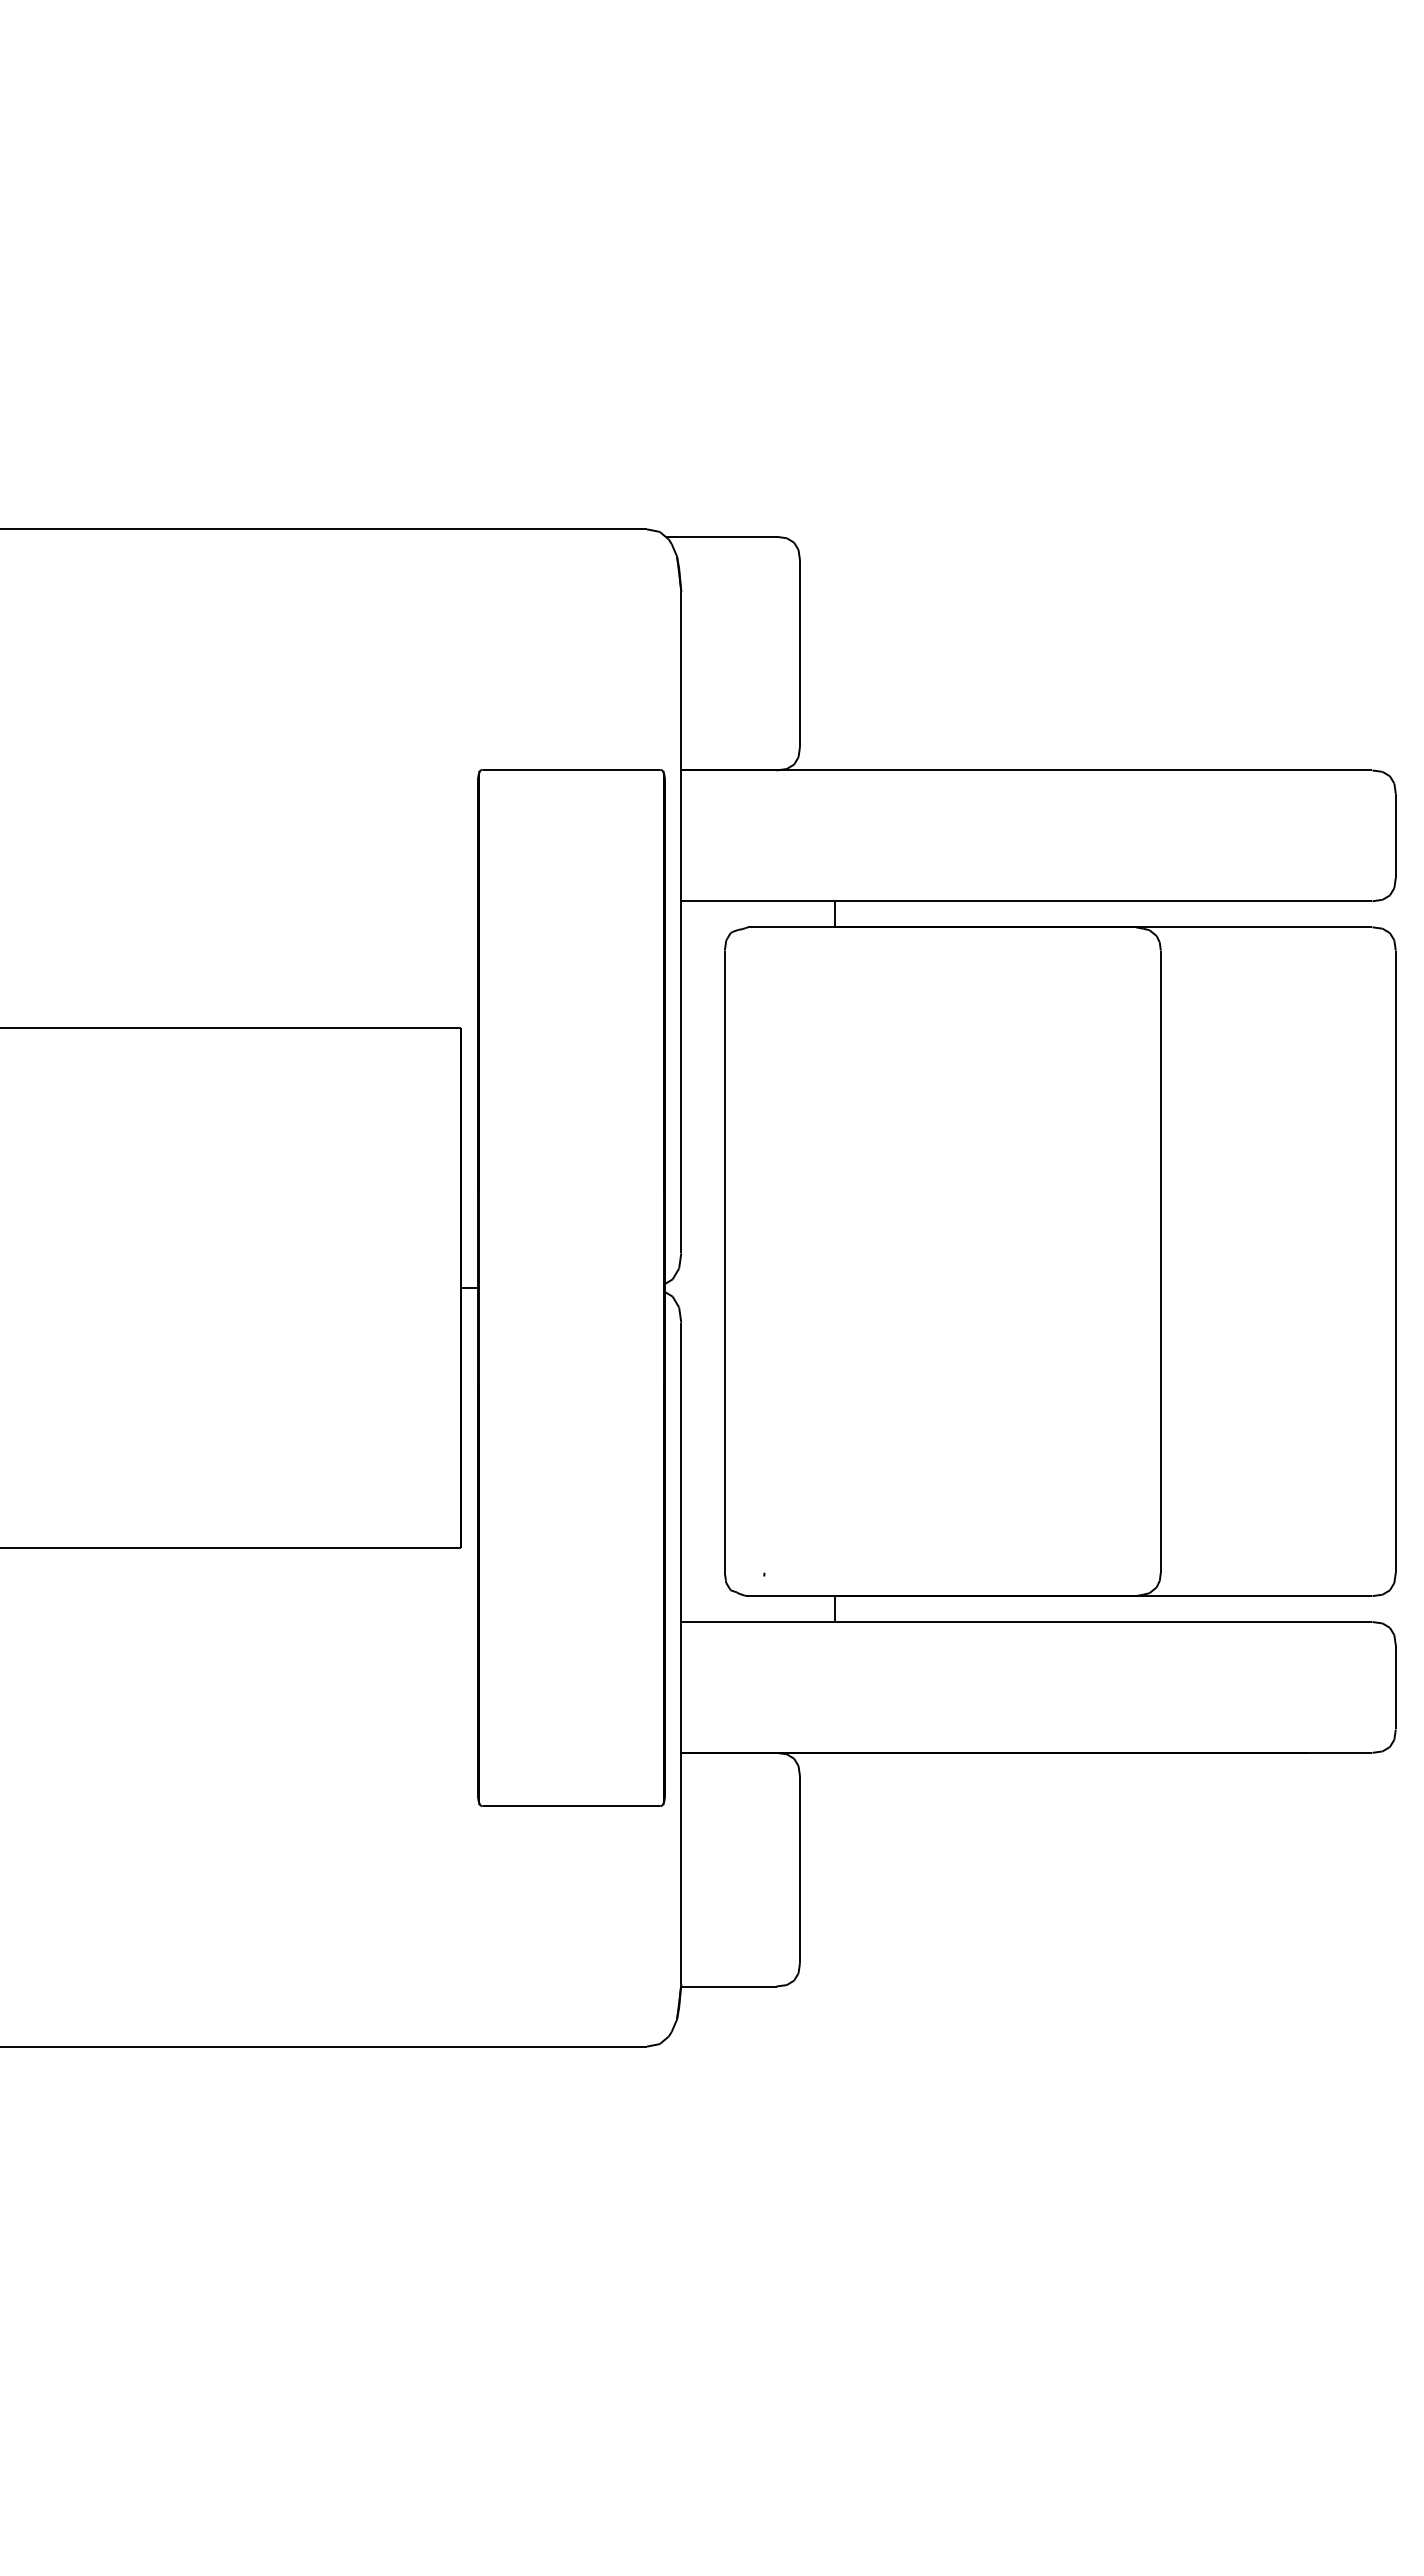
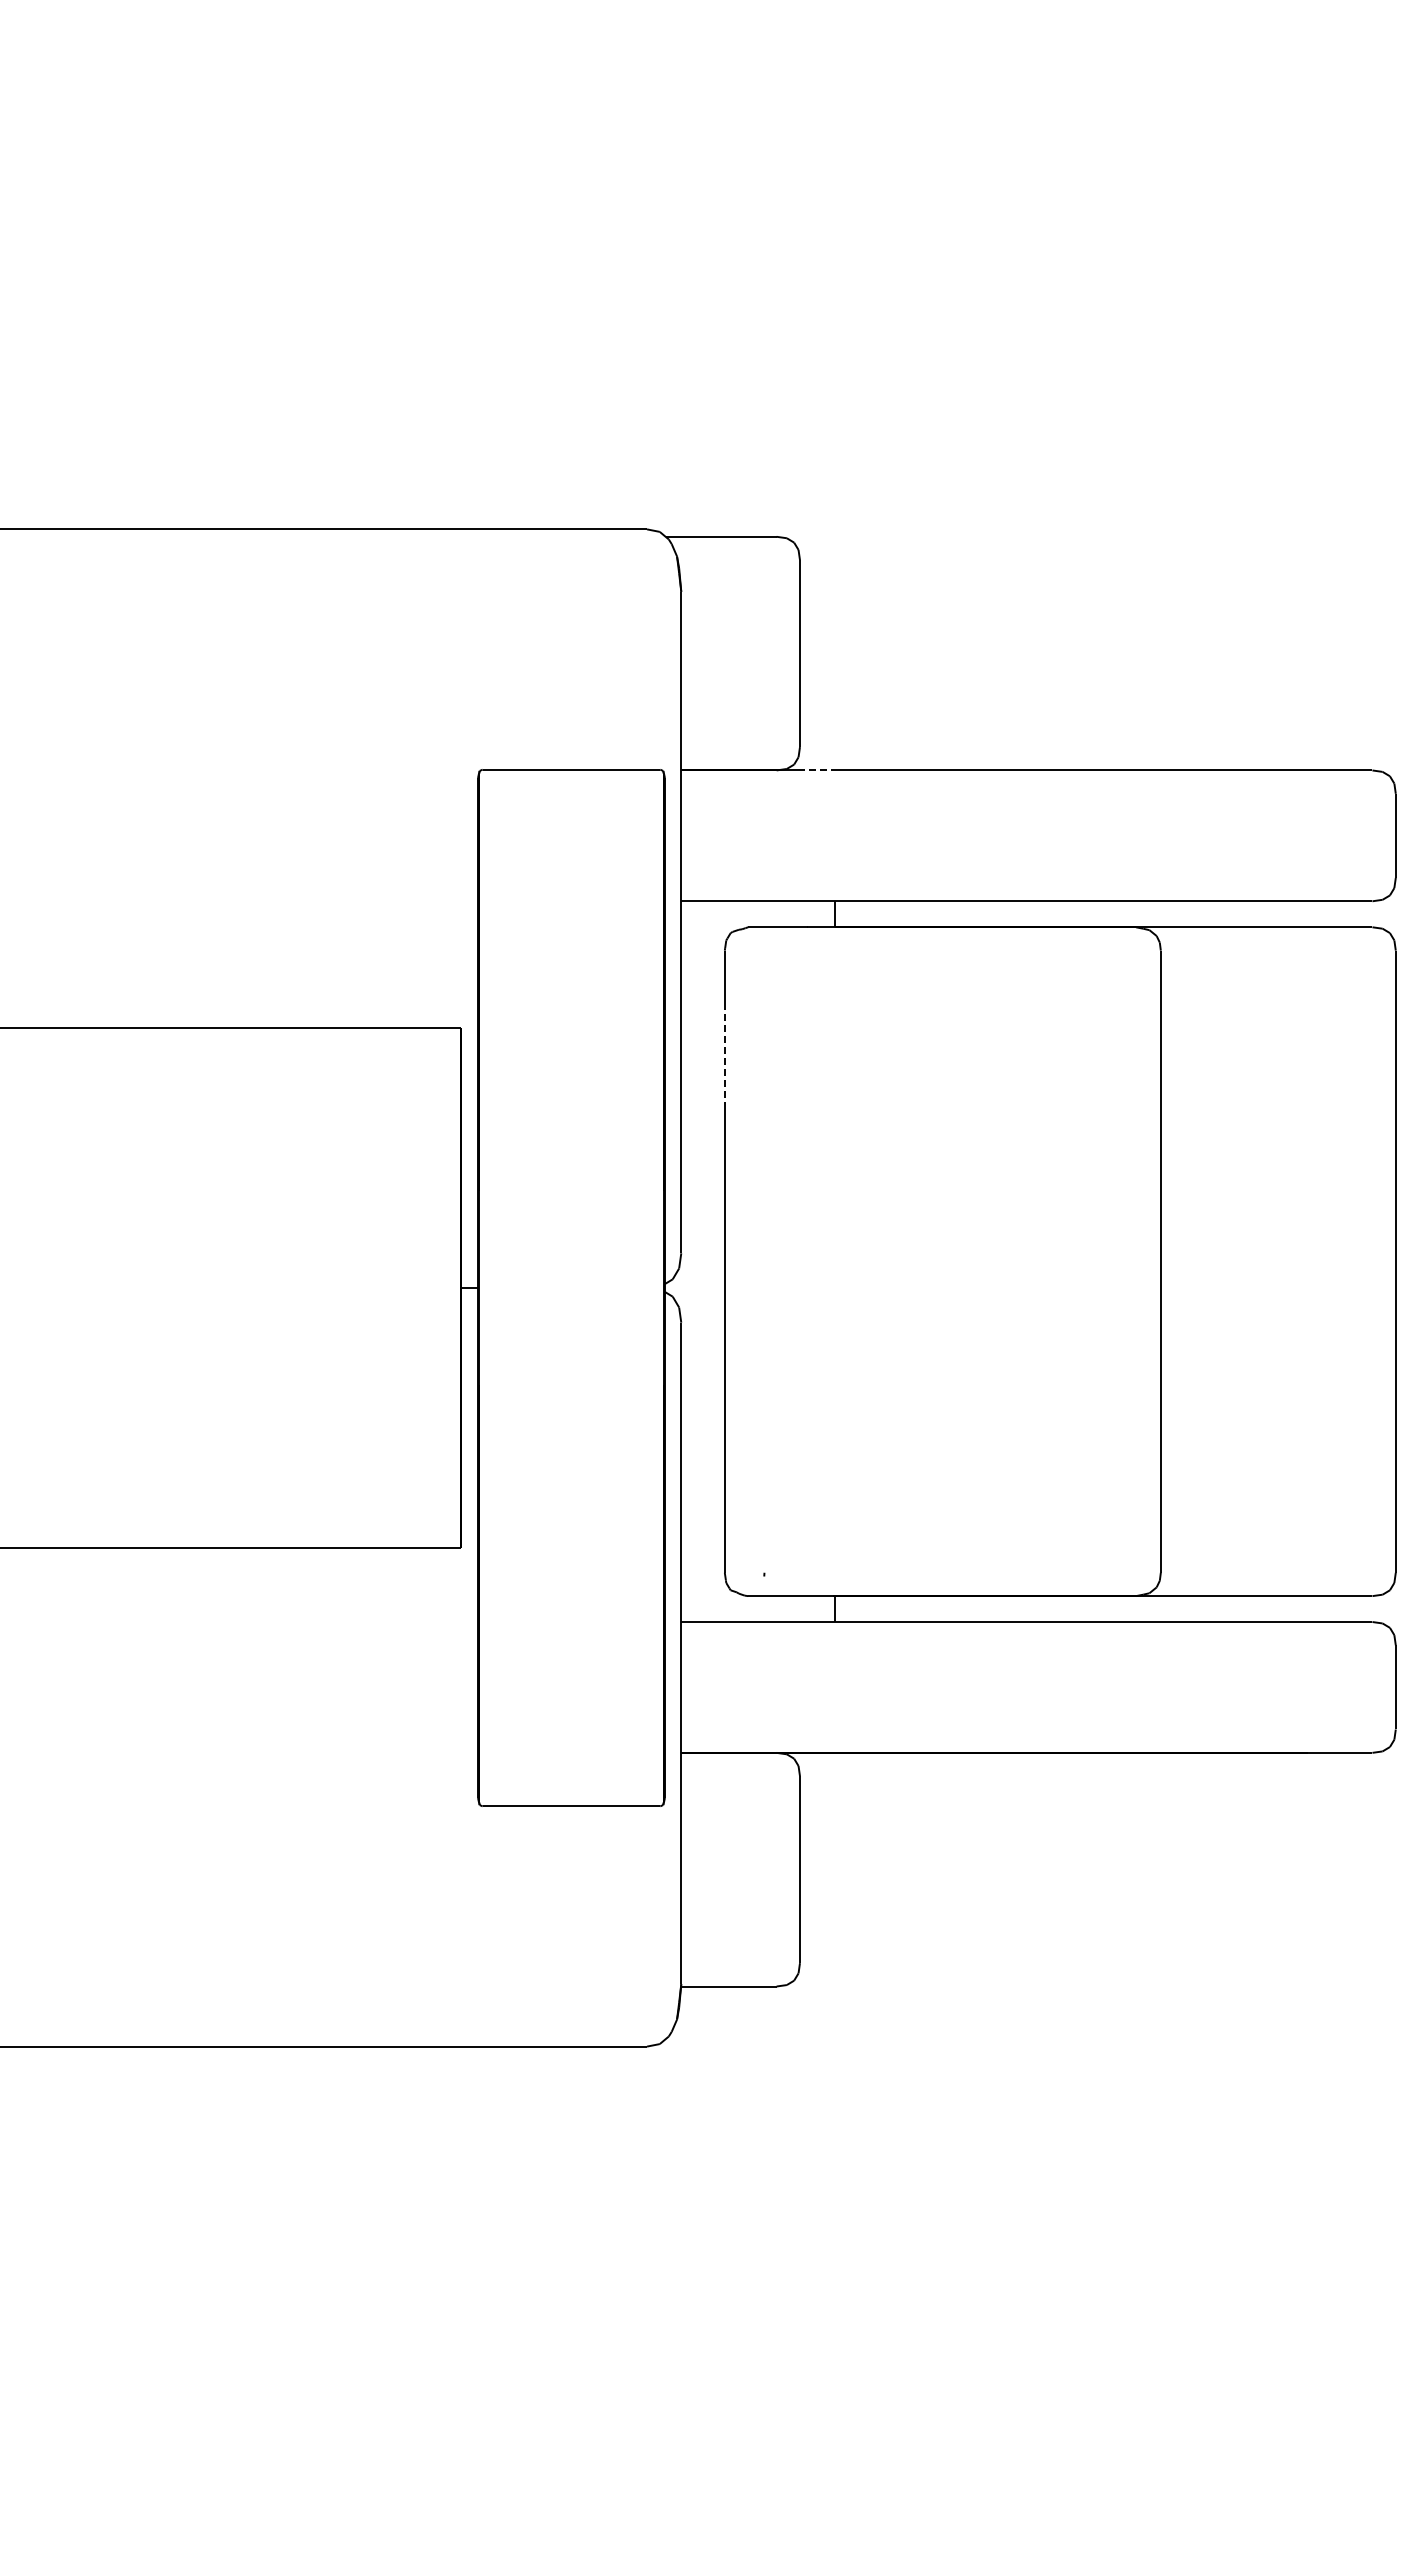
line at (816, 770): solid -> dashed
line at (724, 1052): solid -> dashed
